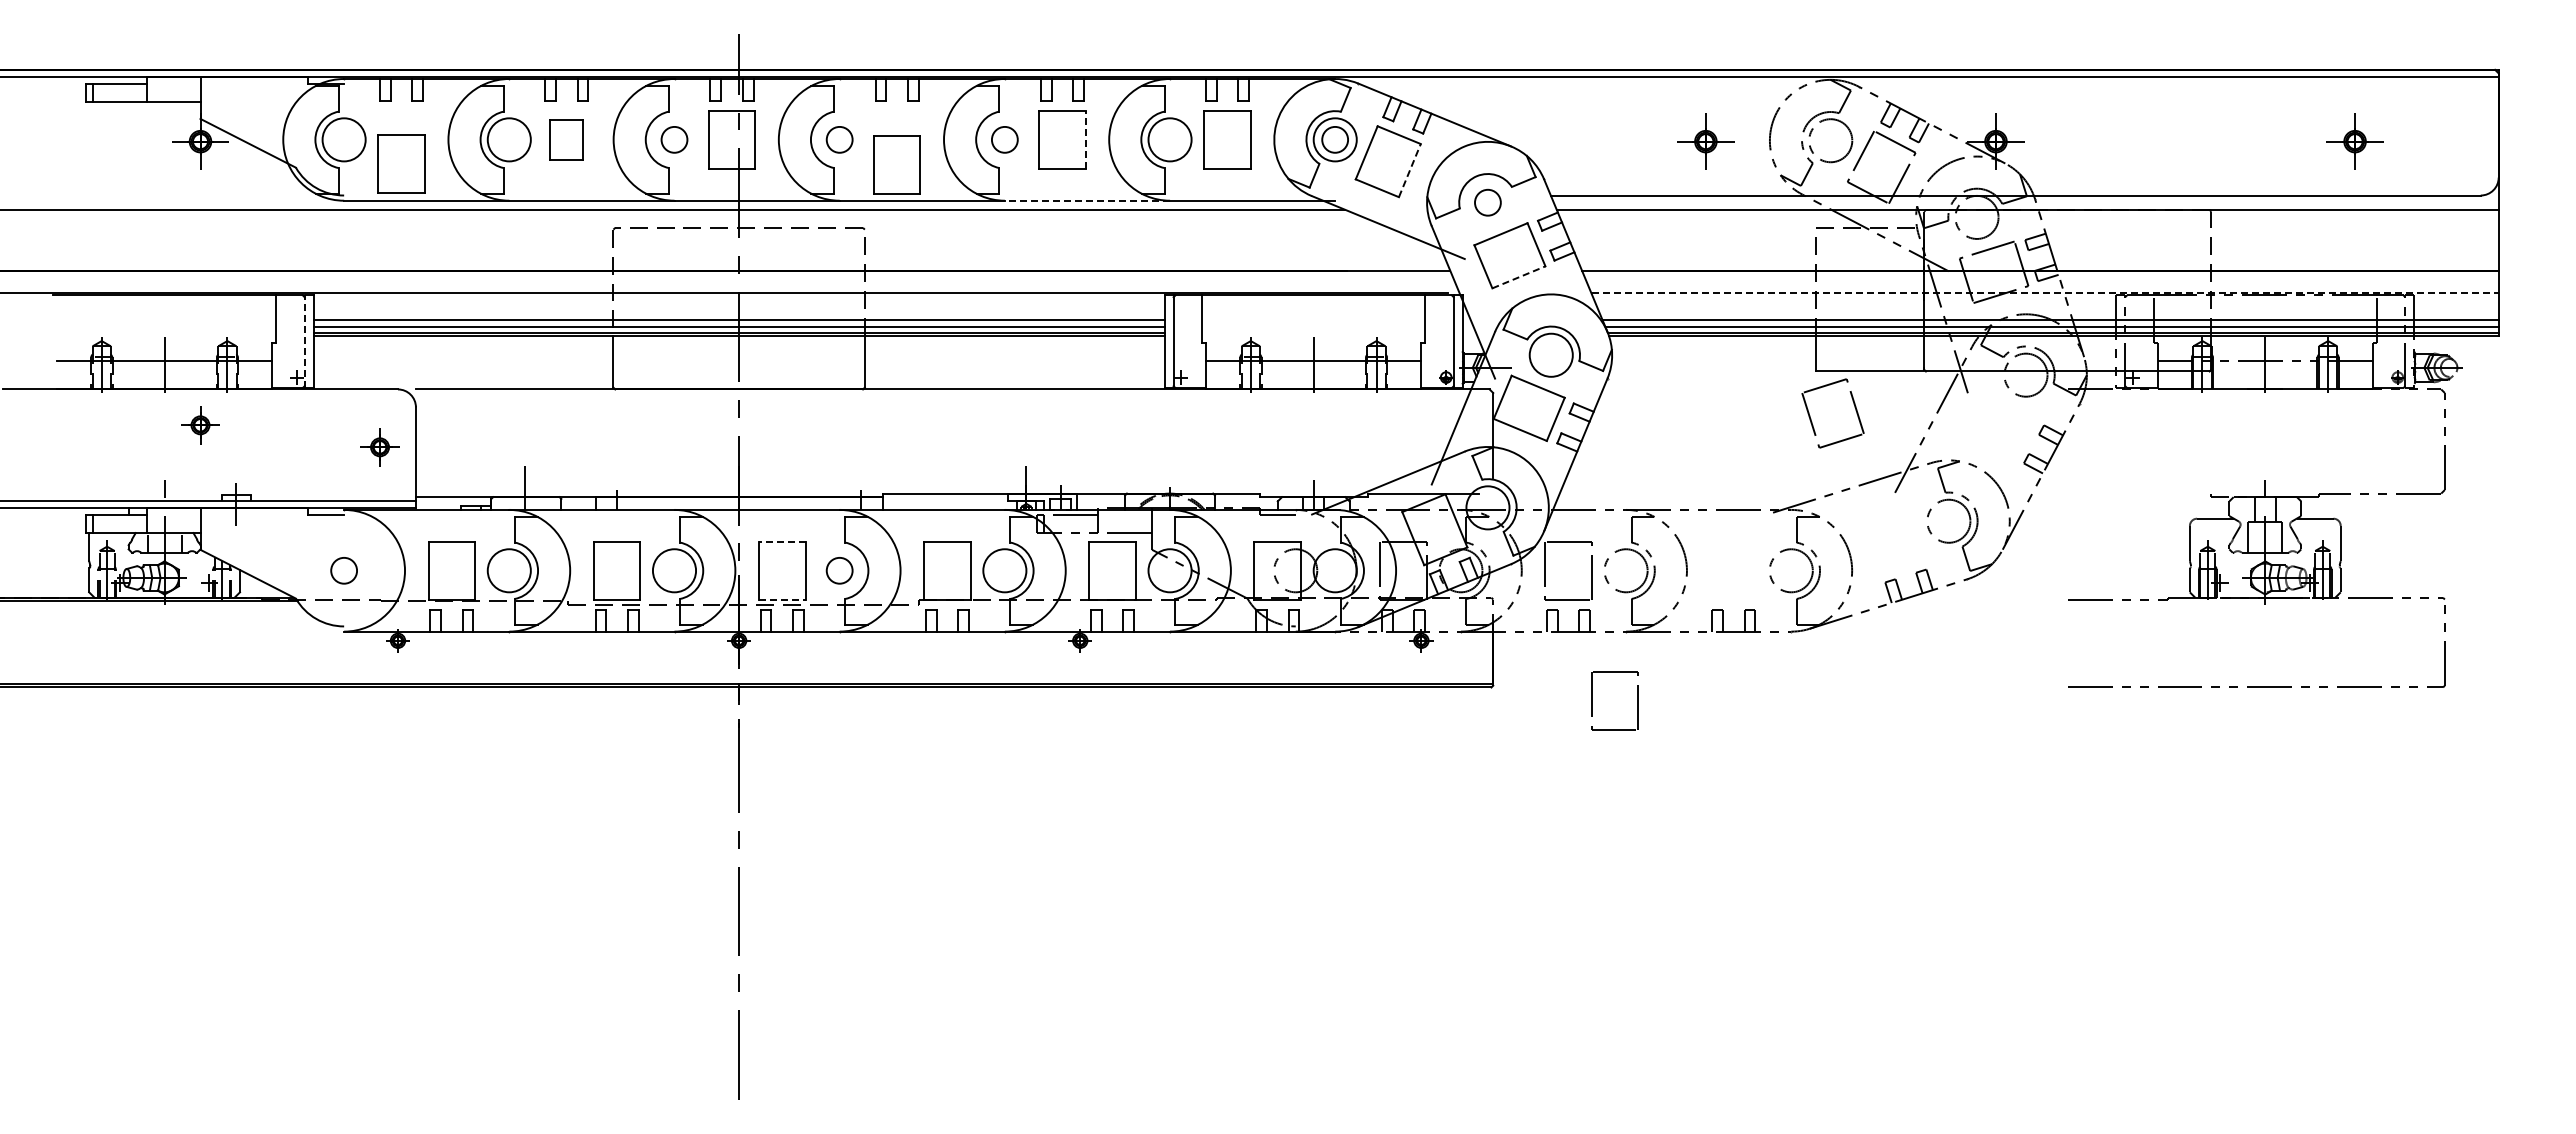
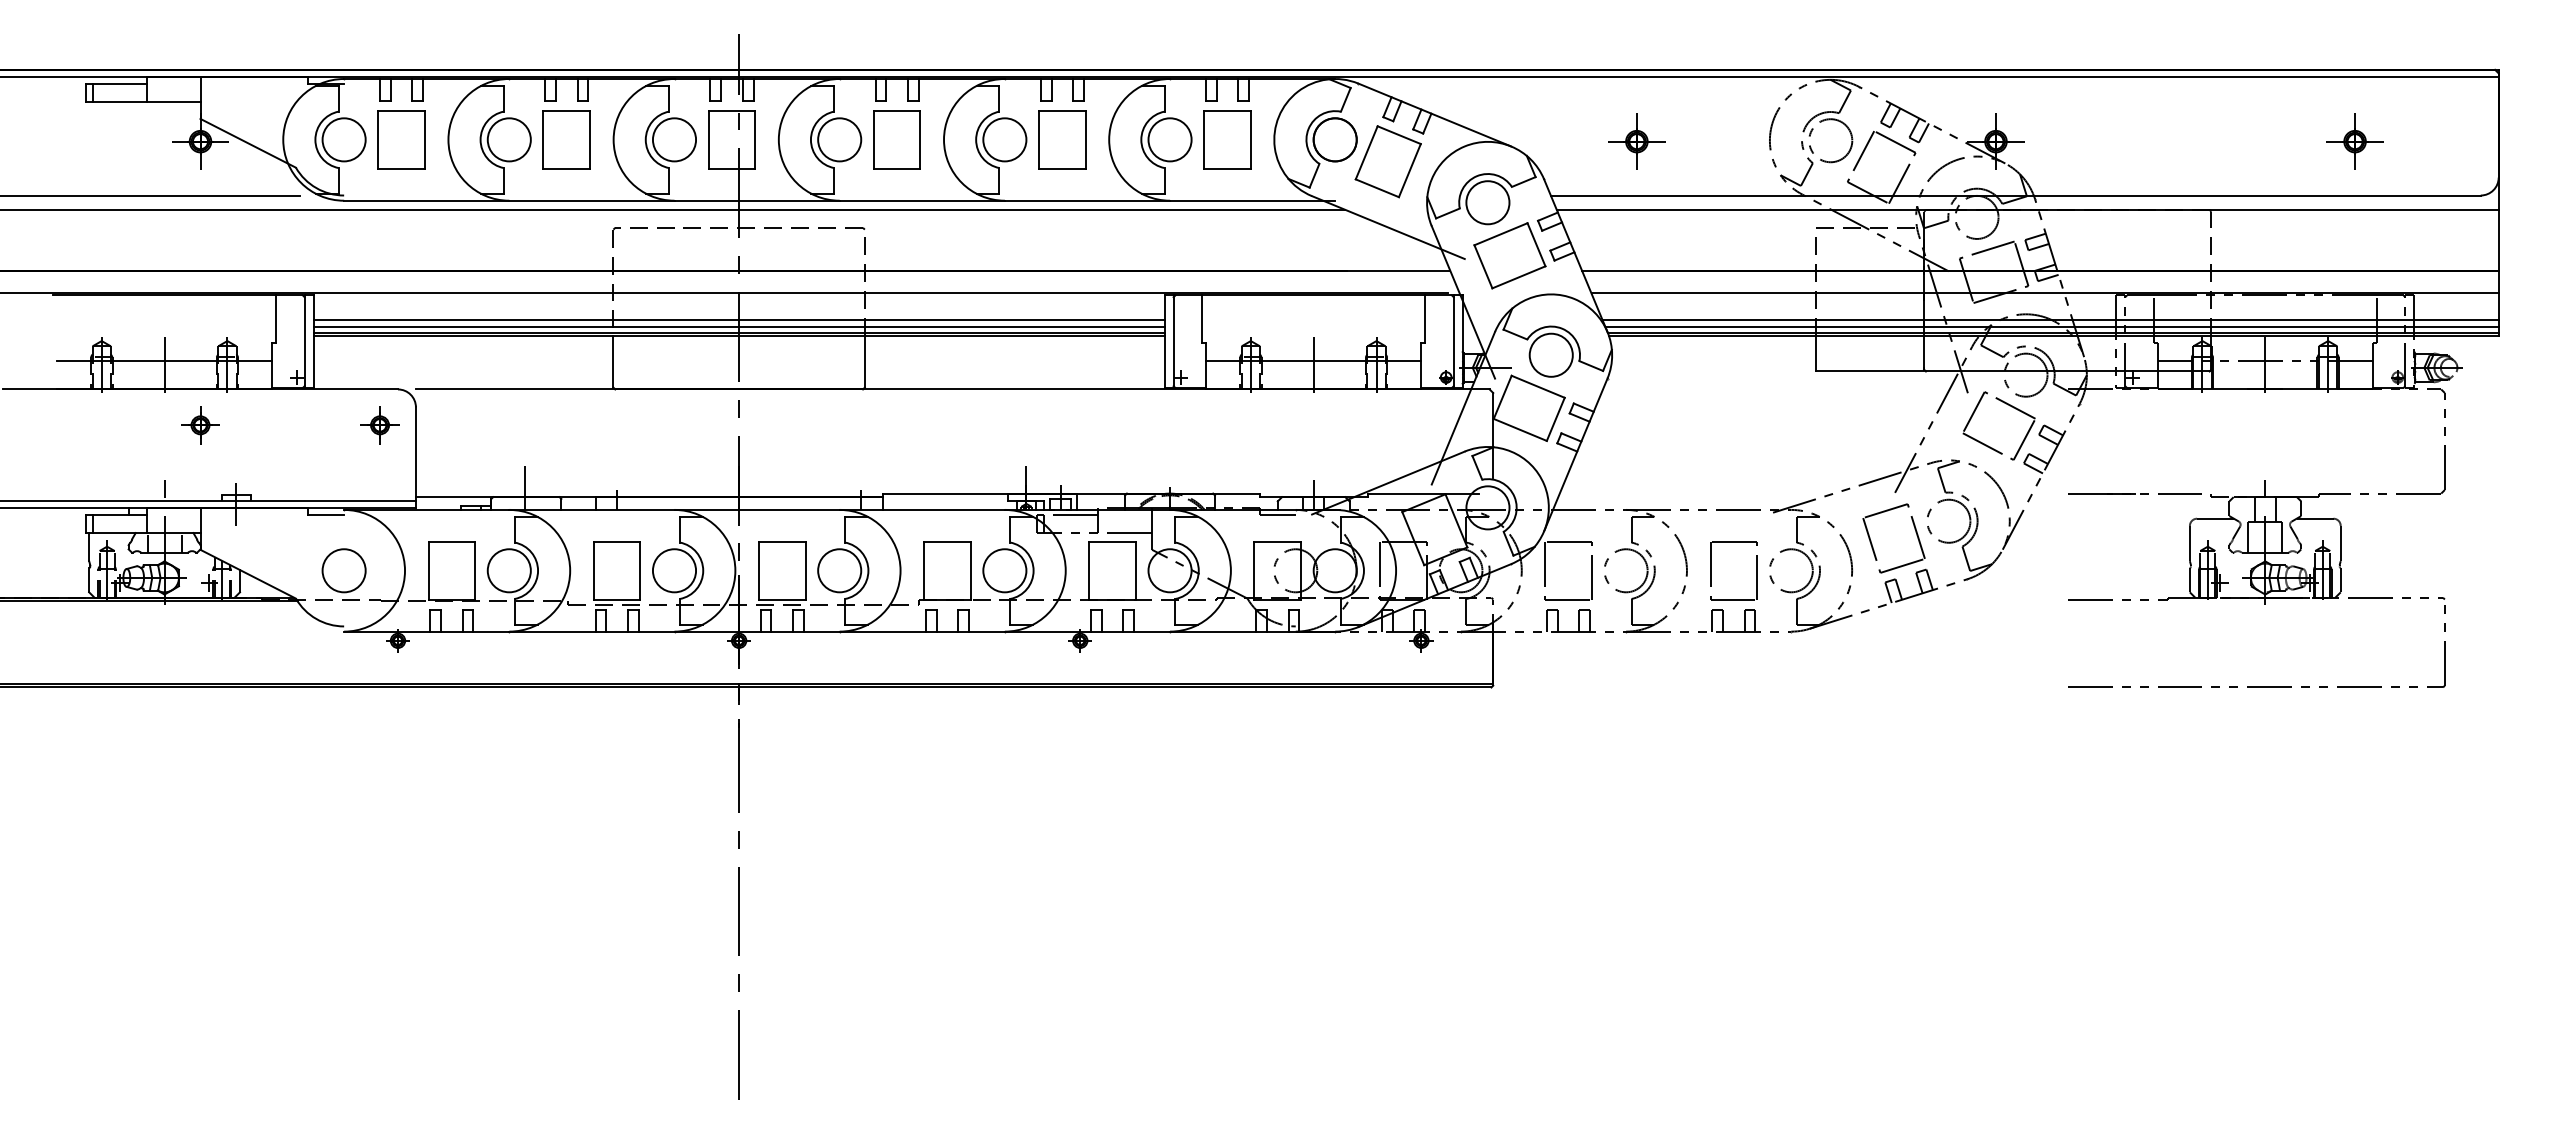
part at (566, 139) size: 35x42 px -> 49x60 px
circle at (674, 139) diameter: 26 px -> 43 px
circle at (839, 139) diameter: 26 px -> 43 px
circle at (1004, 139) diameter: 26 px -> 43 px
line at (1085, 139): dashed -> solid
circle at (1335, 139) diameter: 26 px -> 43 px
part at (1705, 141) position: (1705, 141) -> (1636, 141)
part at (401, 163) position: (401, 163) -> (401, 139)
part at (896, 164) position: (896, 164) -> (896, 139)
line at (1409, 170): dashed -> solid
line at (150, 195): none -> present
line at (1087, 200): dashed -> solid
circle at (1487, 202) diameter: 26 px -> 43 px
line at (1518, 277): dashed -> solid
line at (2045, 293): dashed -> solid
line at (304, 341): dashed -> solid
part at (2009, 406): none -> present
part at (1812, 421) position: (1812, 421) -> (1873, 546)
part at (379, 447) position: (379, 447) -> (379, 425)
line at (2134, 493): none -> present
line at (781, 542): dashed -> solid
circle at (344, 570) diameter: 26 px -> 43 px
circle at (839, 570) diameter: 26 px -> 43 px
line at (782, 599): dashed -> solid
part at (1592, 700) position: (1592, 700) -> (1711, 570)
